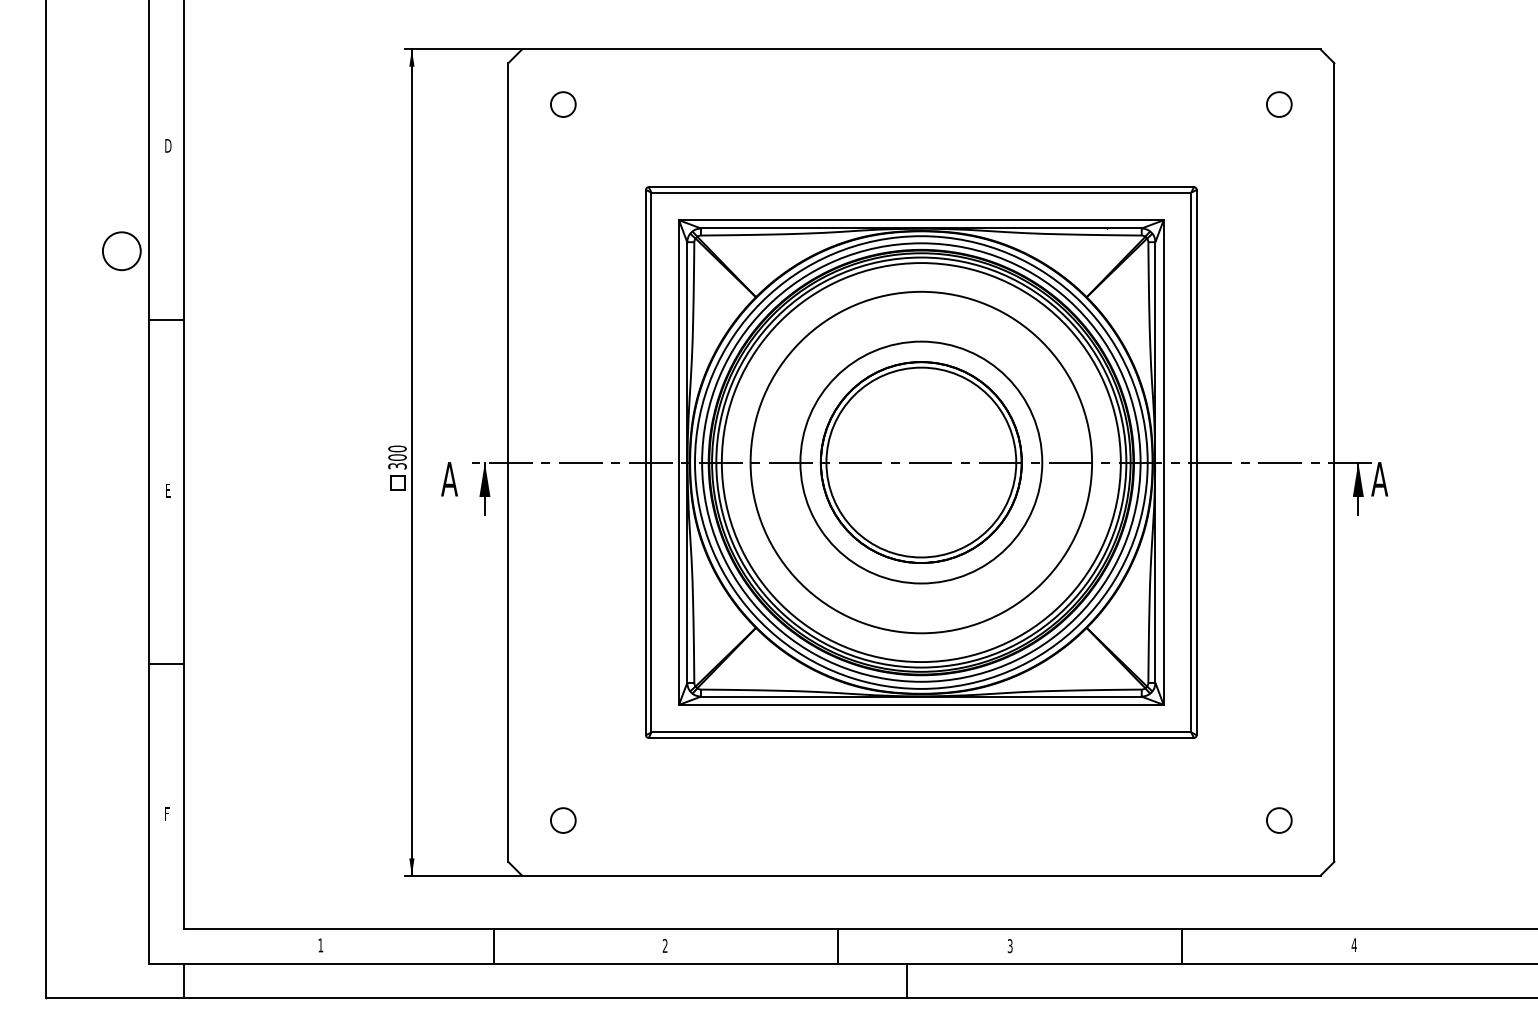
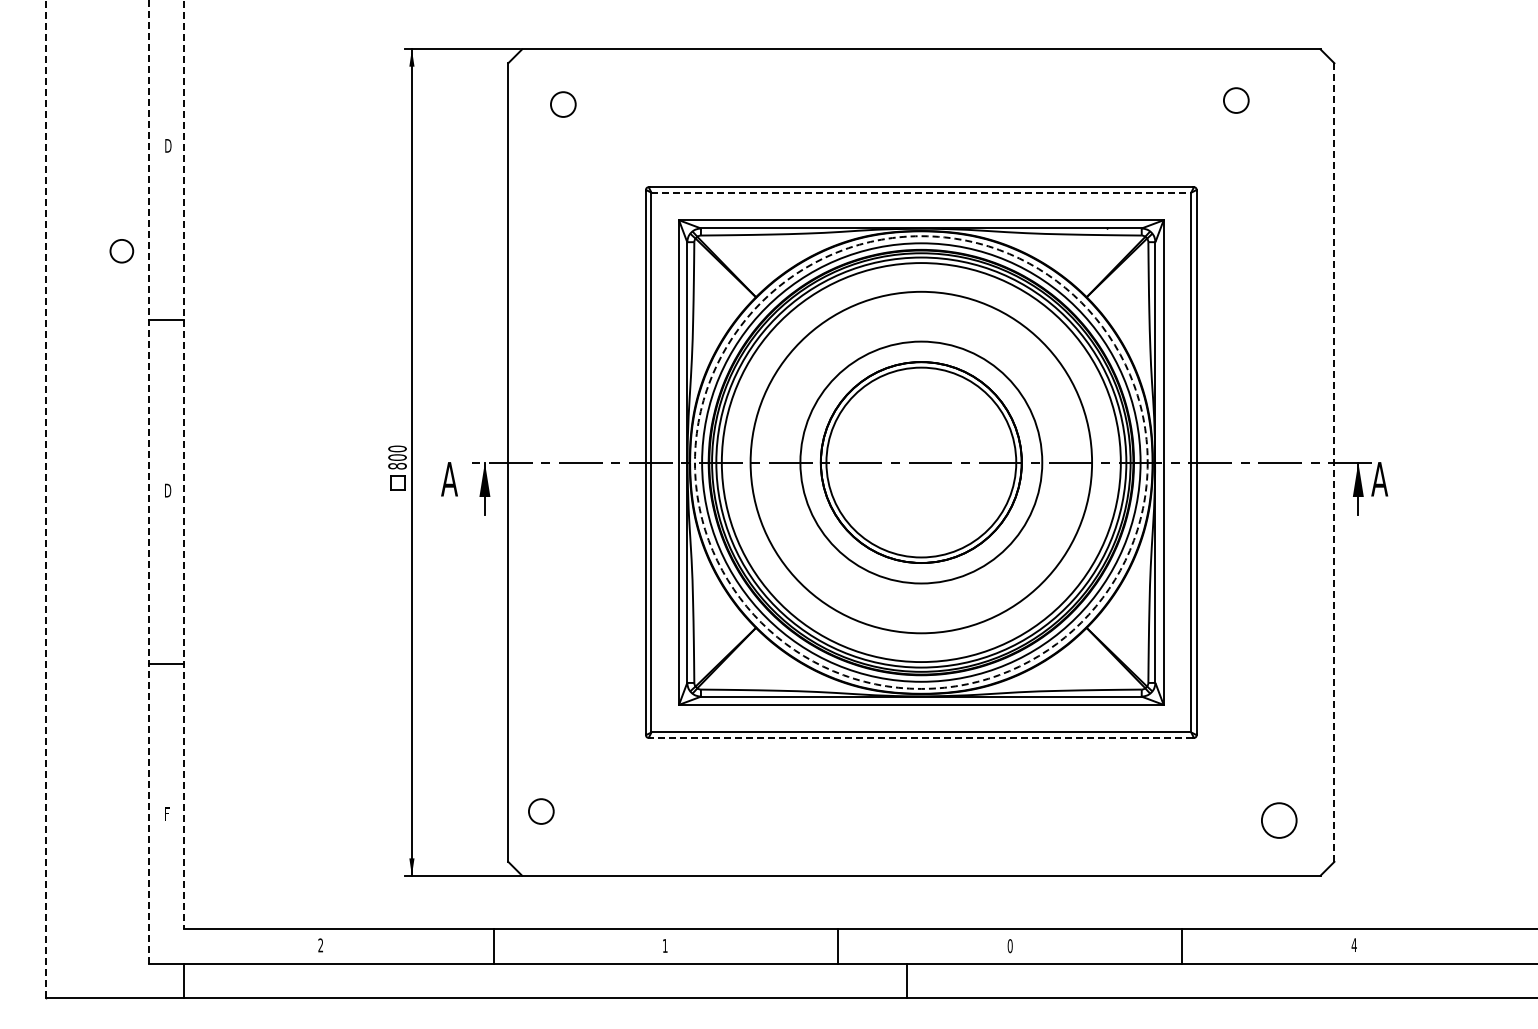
circle at (1279, 104) position: (1279, 104) -> (1236, 100)
line at (921, 192): solid -> dashed
circle at (121, 251) diameter: 38 px -> 23 px
circle at (920, 462): solid -> dashed
line at (1334, 463): solid -> dashed
line at (183, 465): solid -> dashed
text at (397, 465): 300 -> 800
line at (149, 482): solid -> dashed
text at (168, 490): E -> D
line at (46, 499): solid -> dashed
line at (920, 737): solid -> dashed
circle at (563, 820) position: (563, 820) -> (541, 811)
circle at (1279, 820) size: 27x27 px -> 37x37 px
text at (320, 945): 1 -> 2
text at (664, 945): 2 -> 1
text at (1009, 946): 3 -> 0
